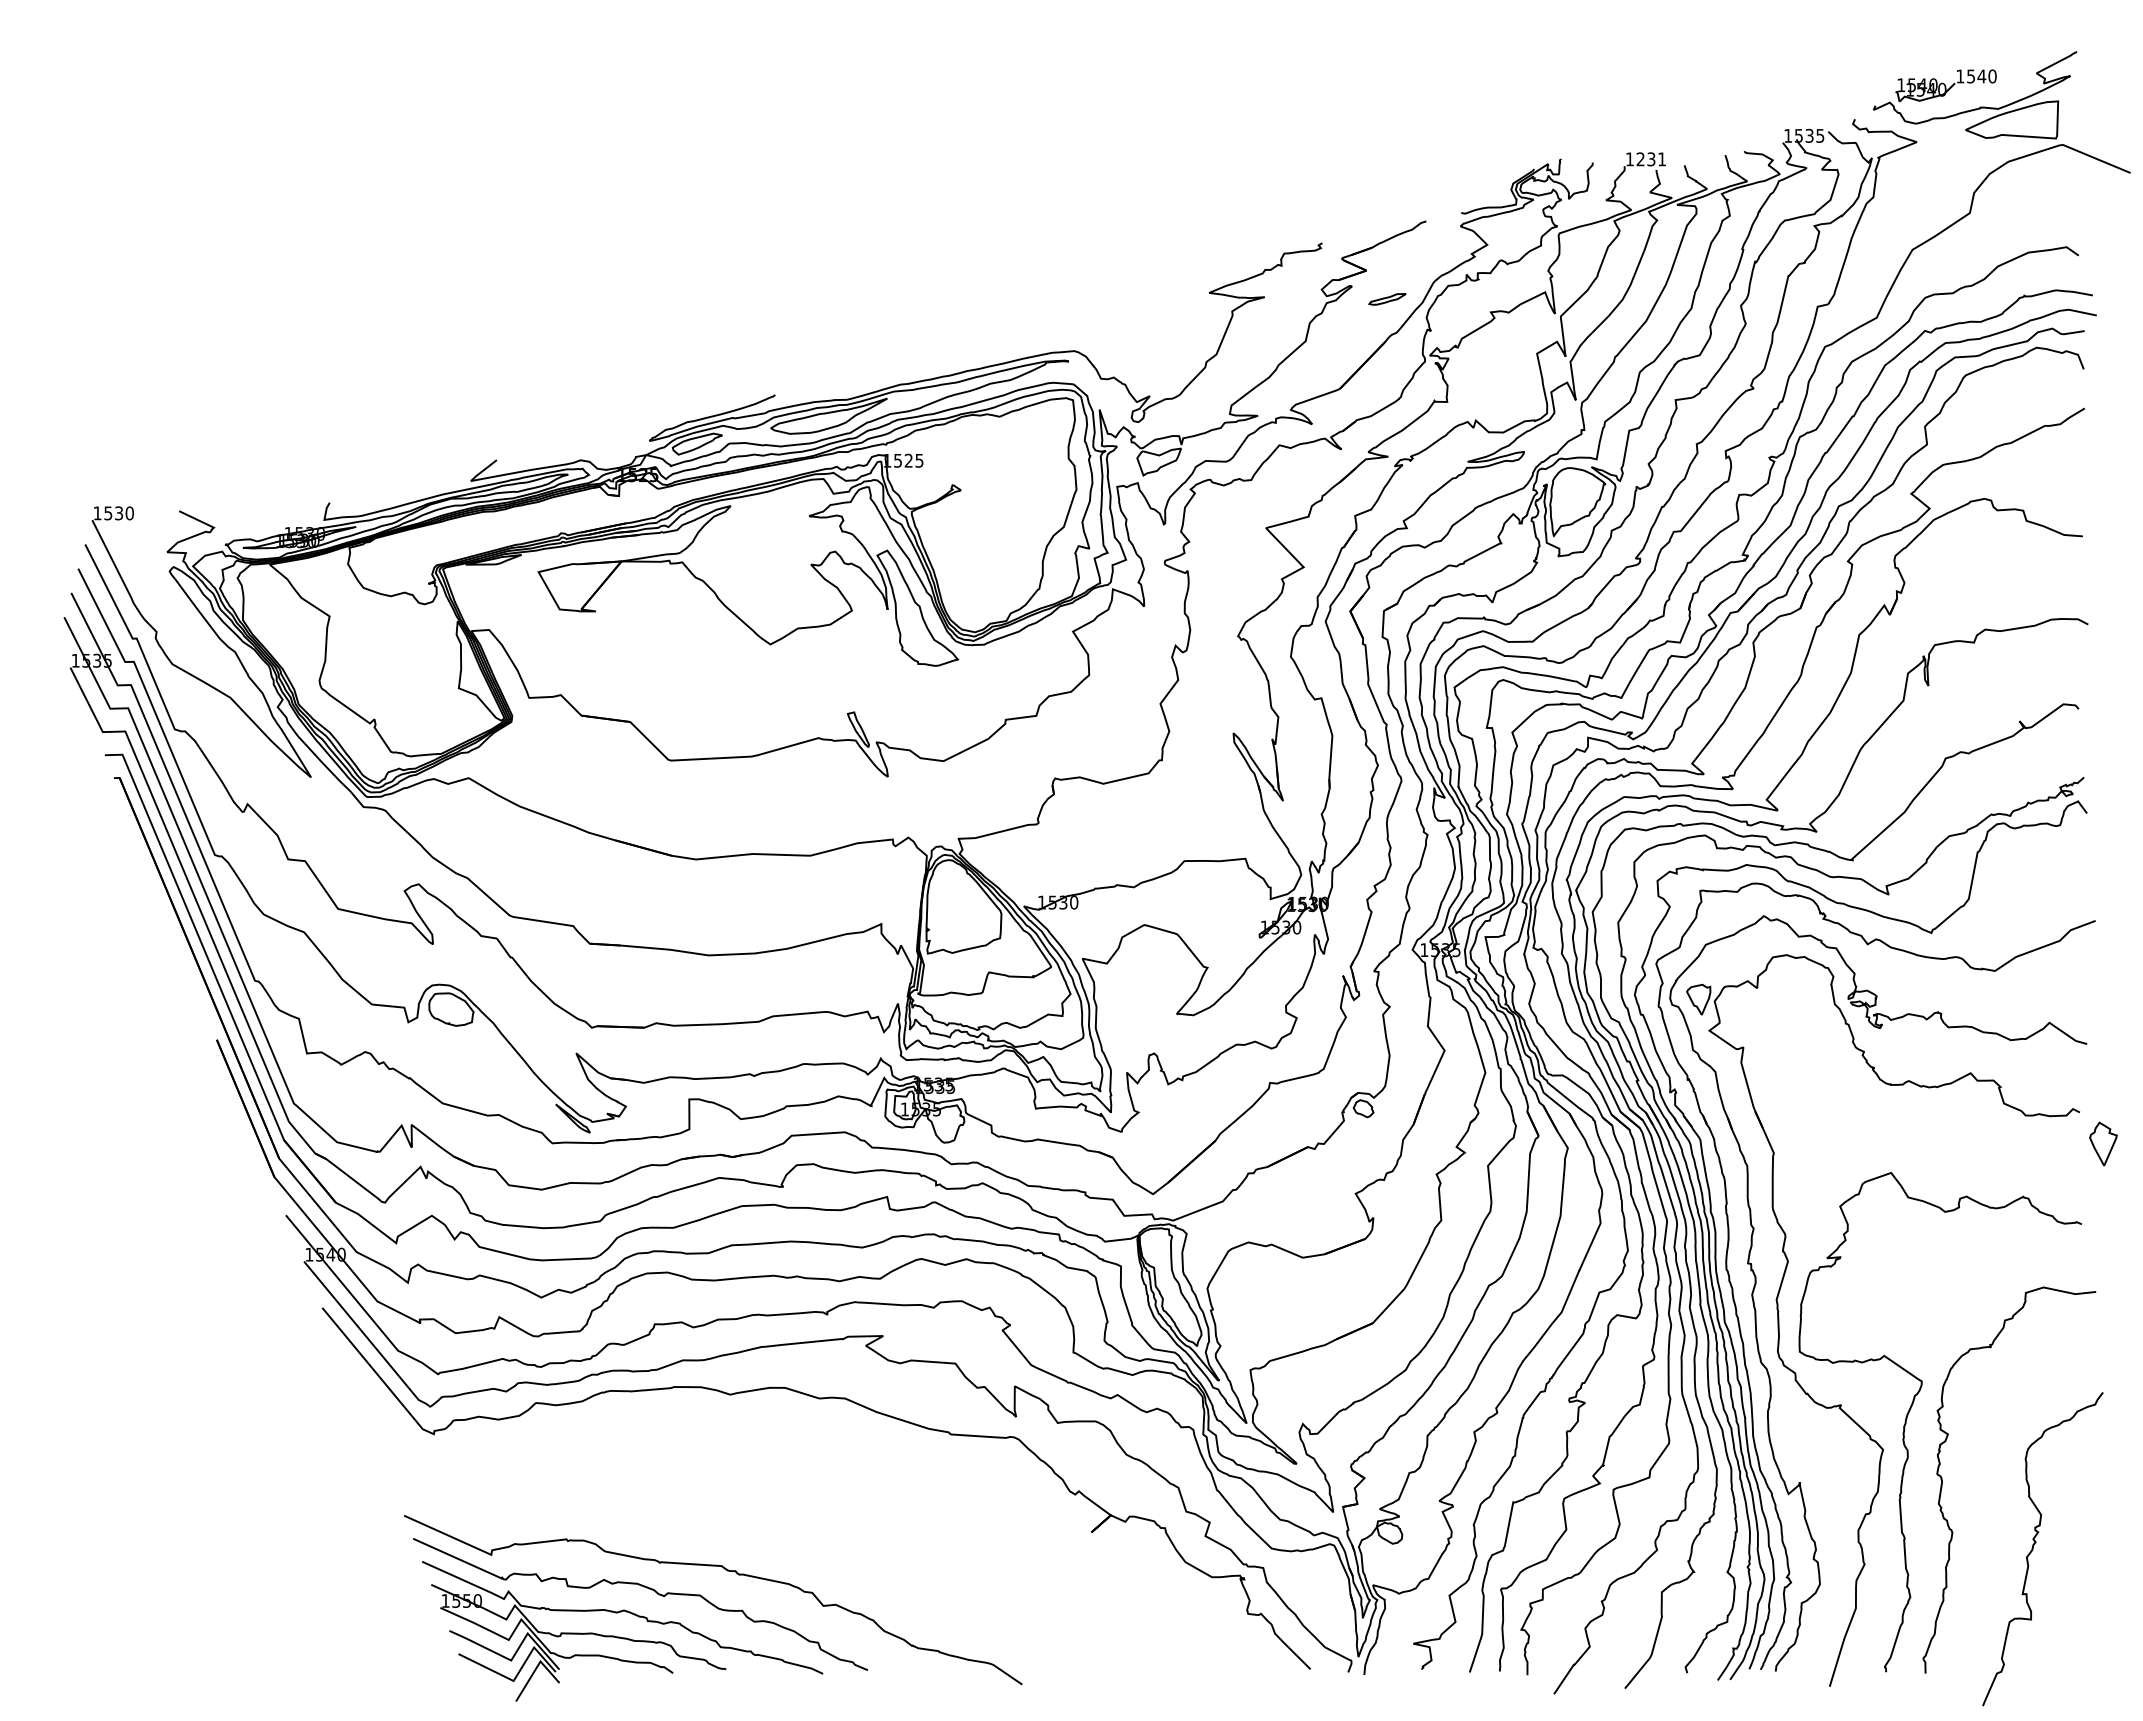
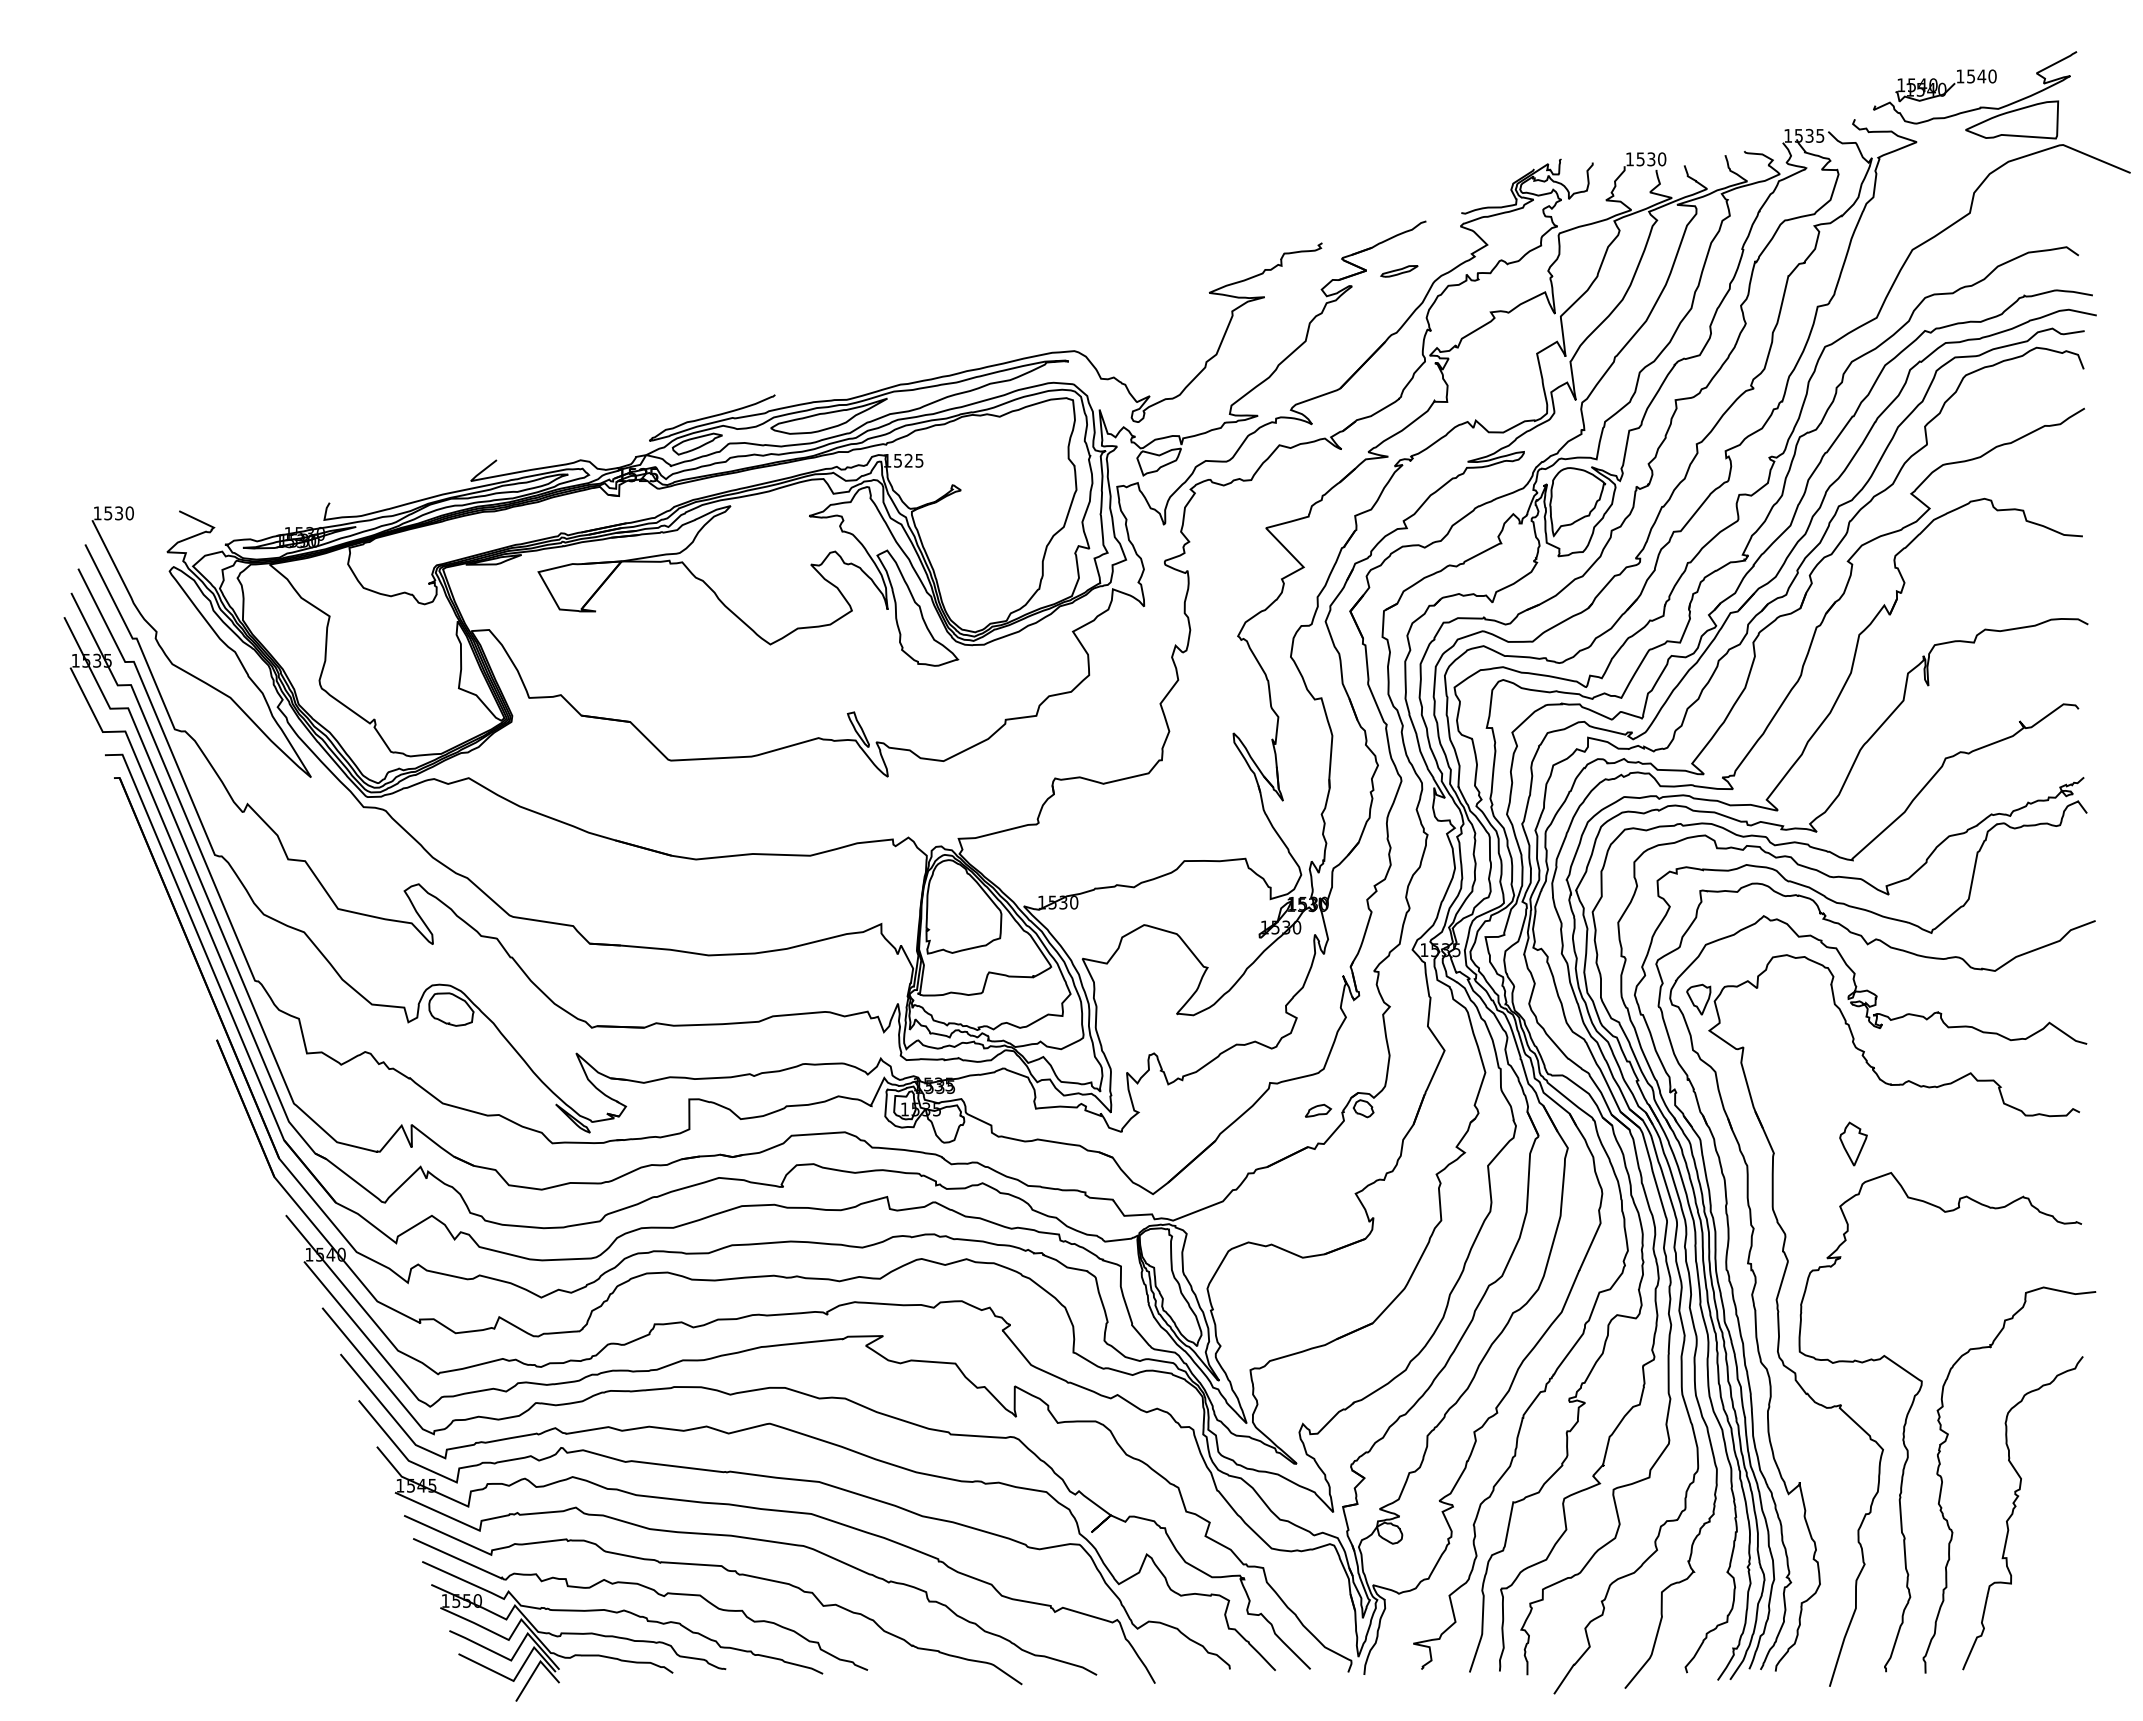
text at (1651, 159): 1231 -> 1530
part at (1387, 299) position: (1387, 299) -> (1399, 271)
part at (1318, 1110): none -> present
part at (2103, 1143) position: (2103, 1143) -> (1853, 1143)
part at (807, 1518): none -> present
curve at (2035, 1544) position: (2035, 1544) -> (2015, 1508)
